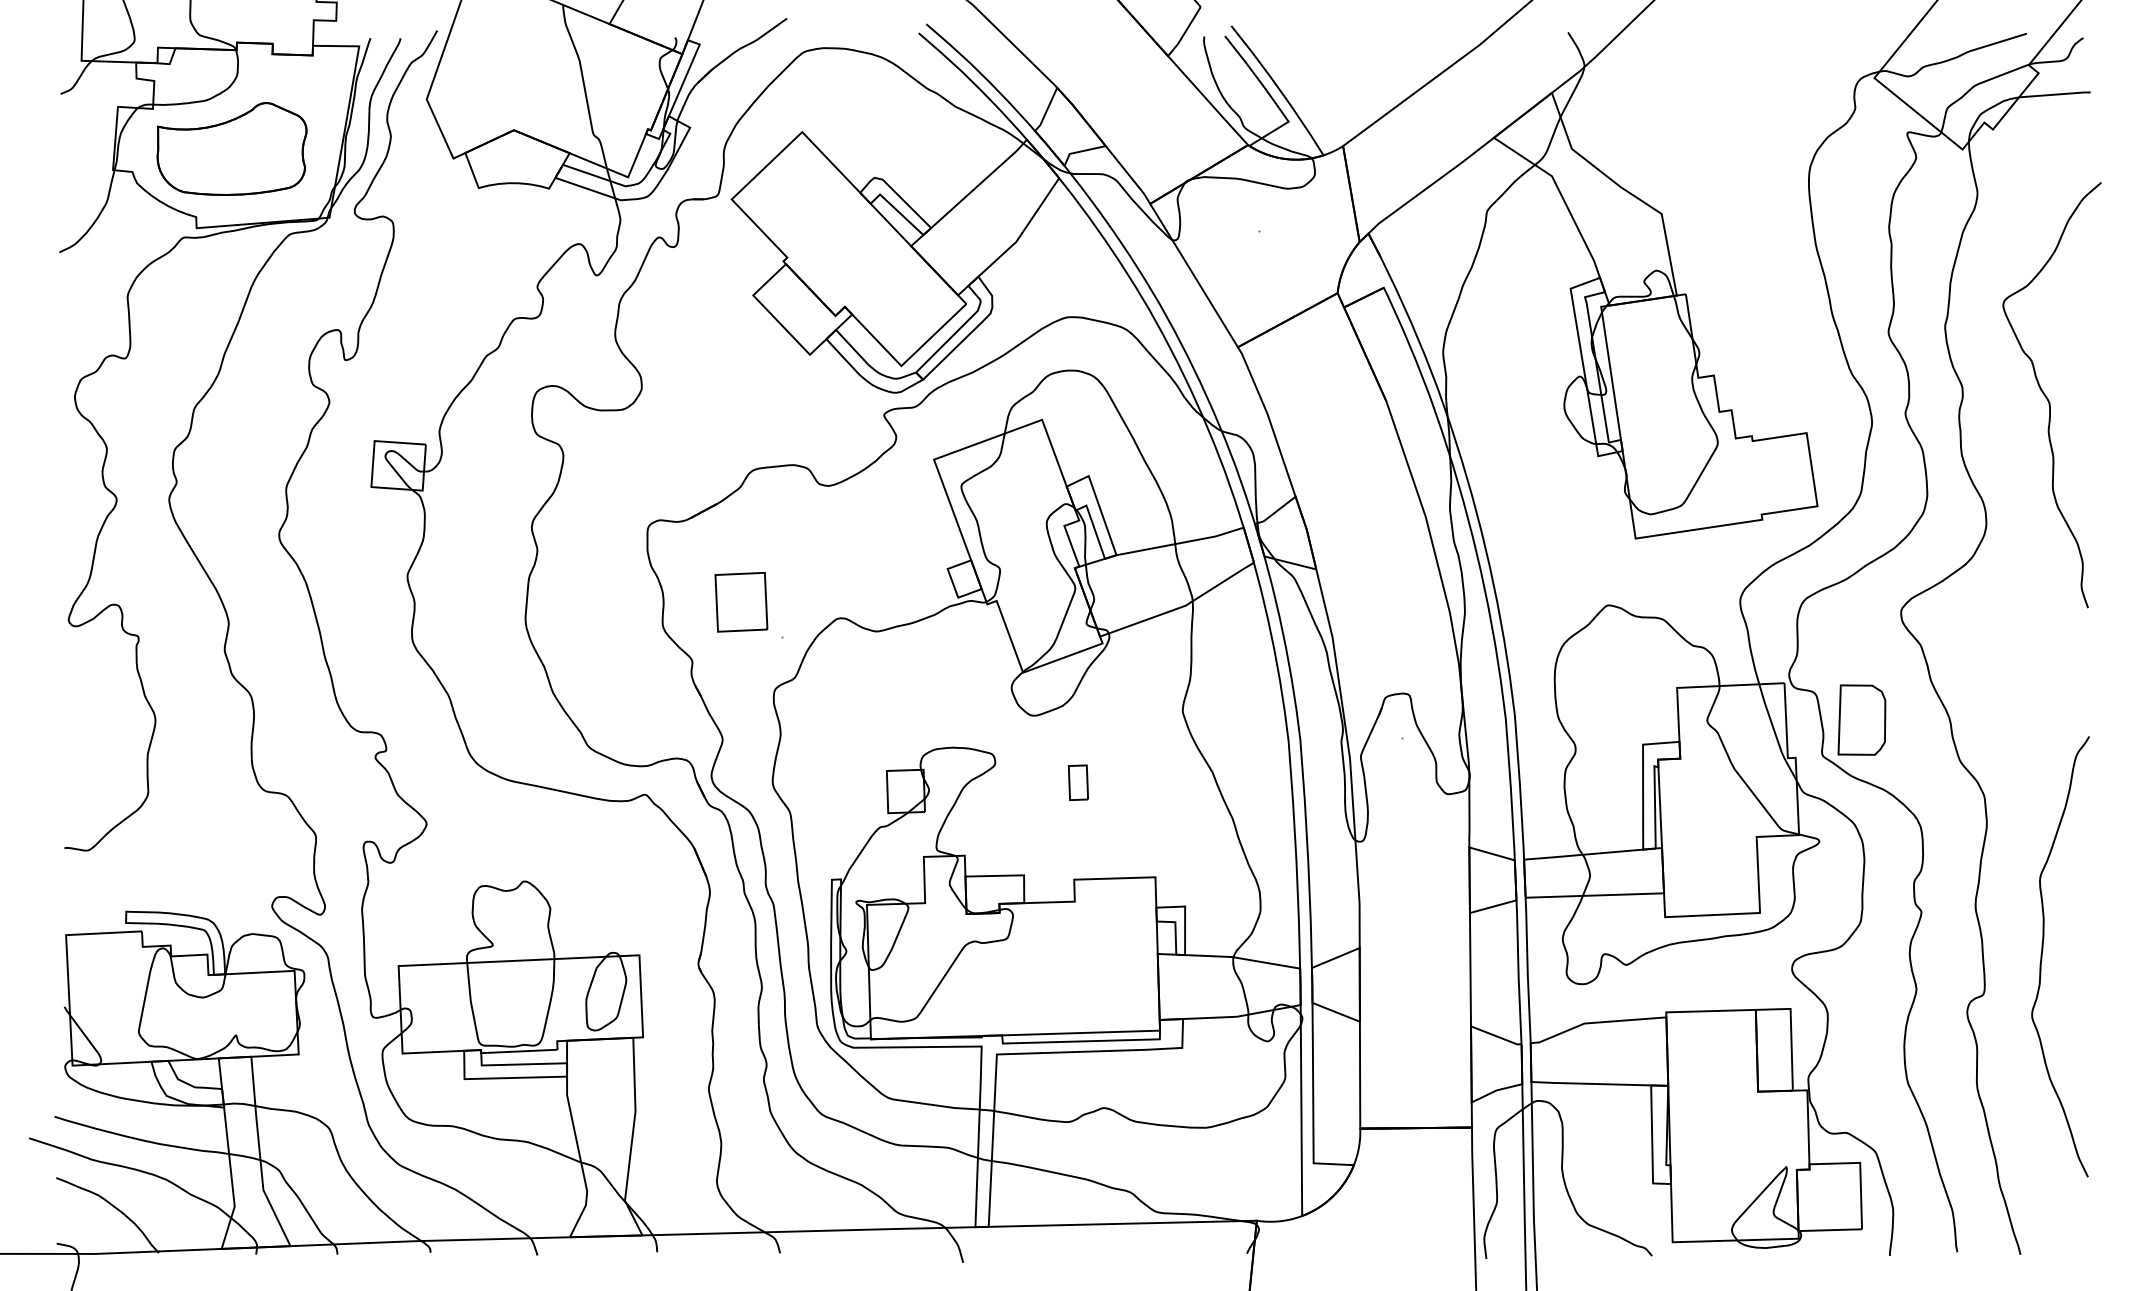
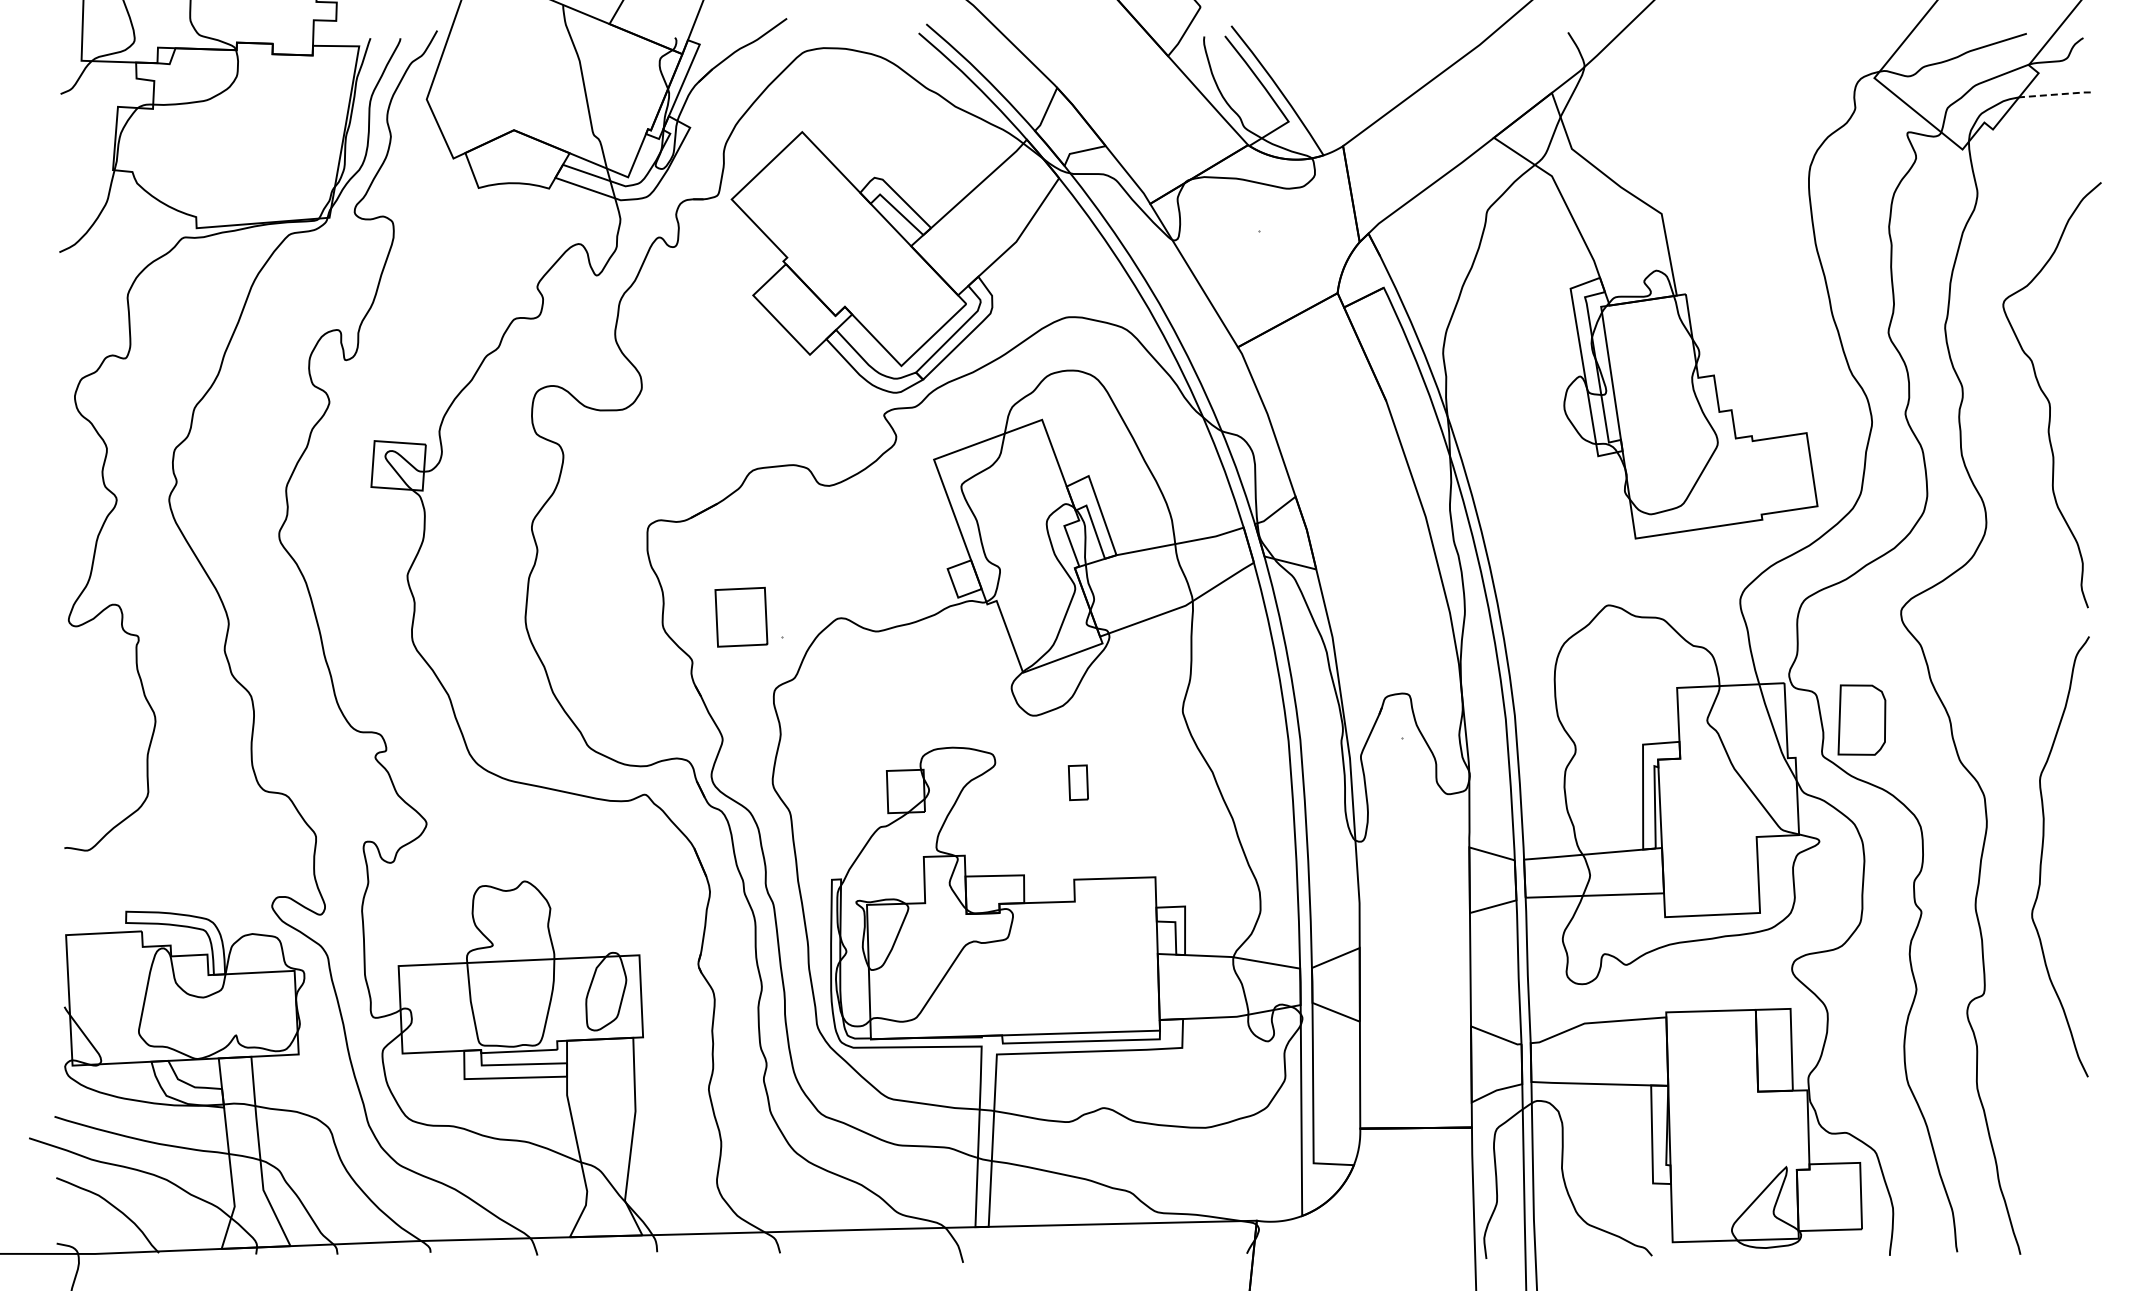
line at (2054, 94): solid -> dashed
part at (231, 148): present -> none
part at (741, 601) position: (741, 601) -> (741, 616)
curve at (2042, 956) position: (2042, 956) -> (2042, 856)
